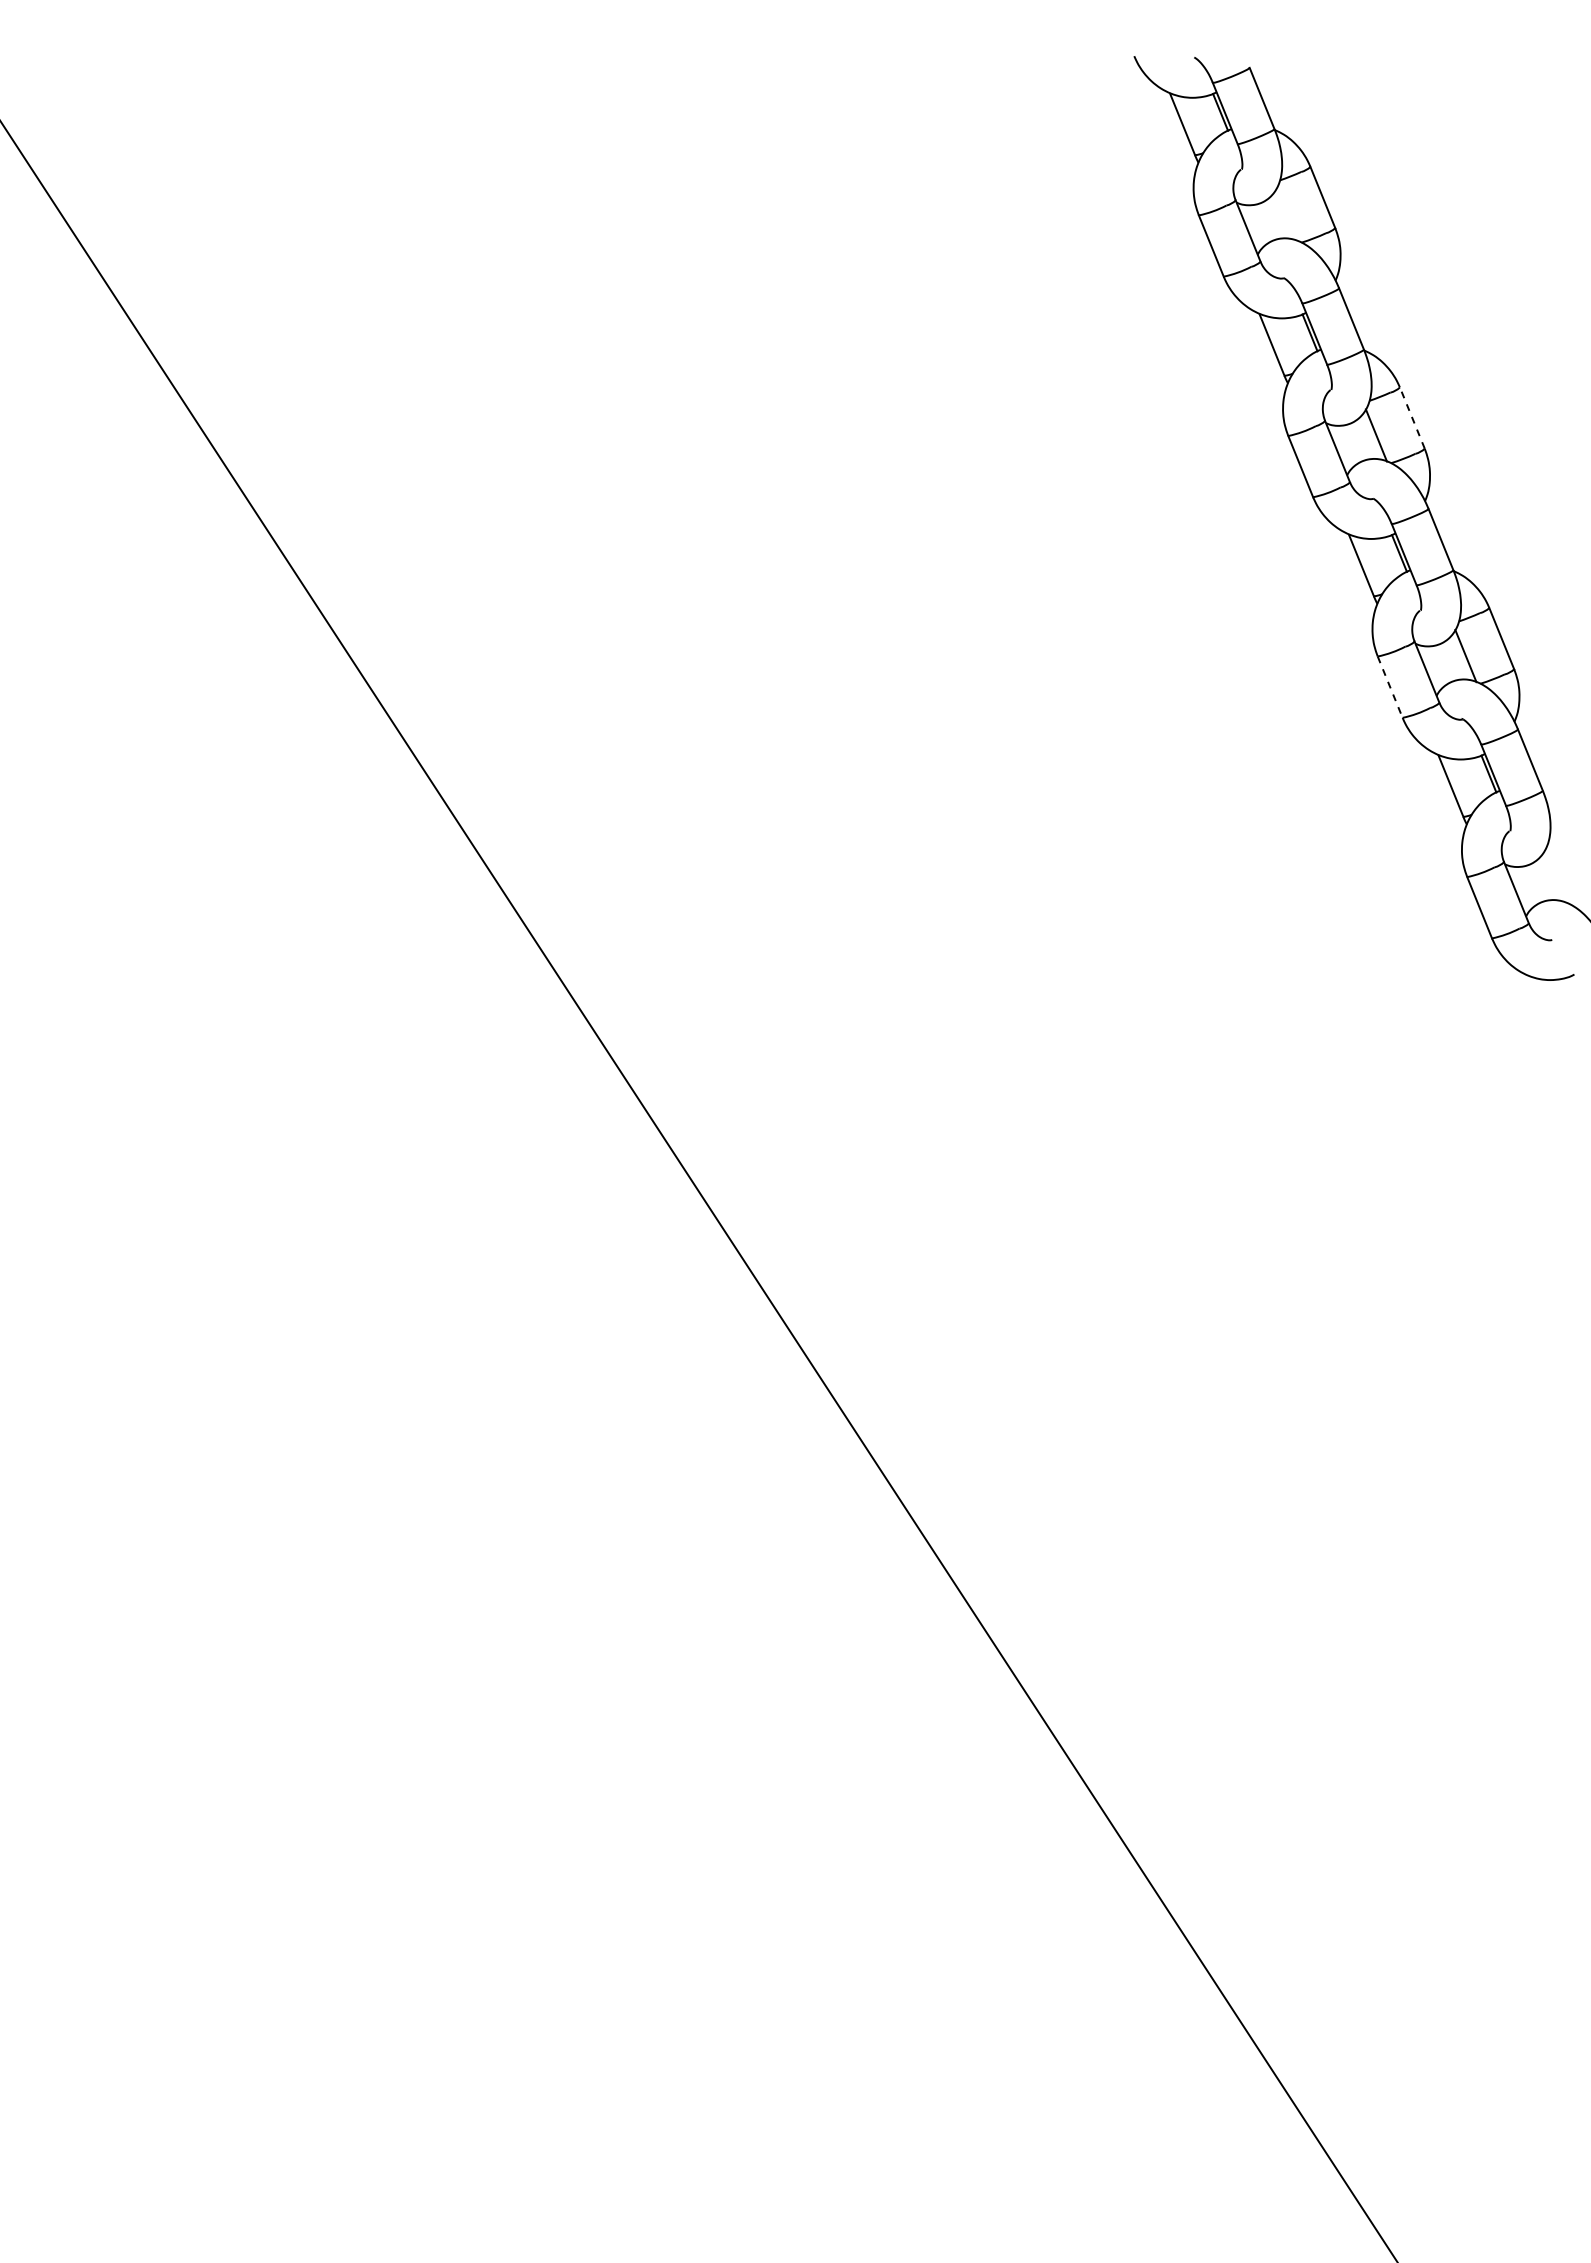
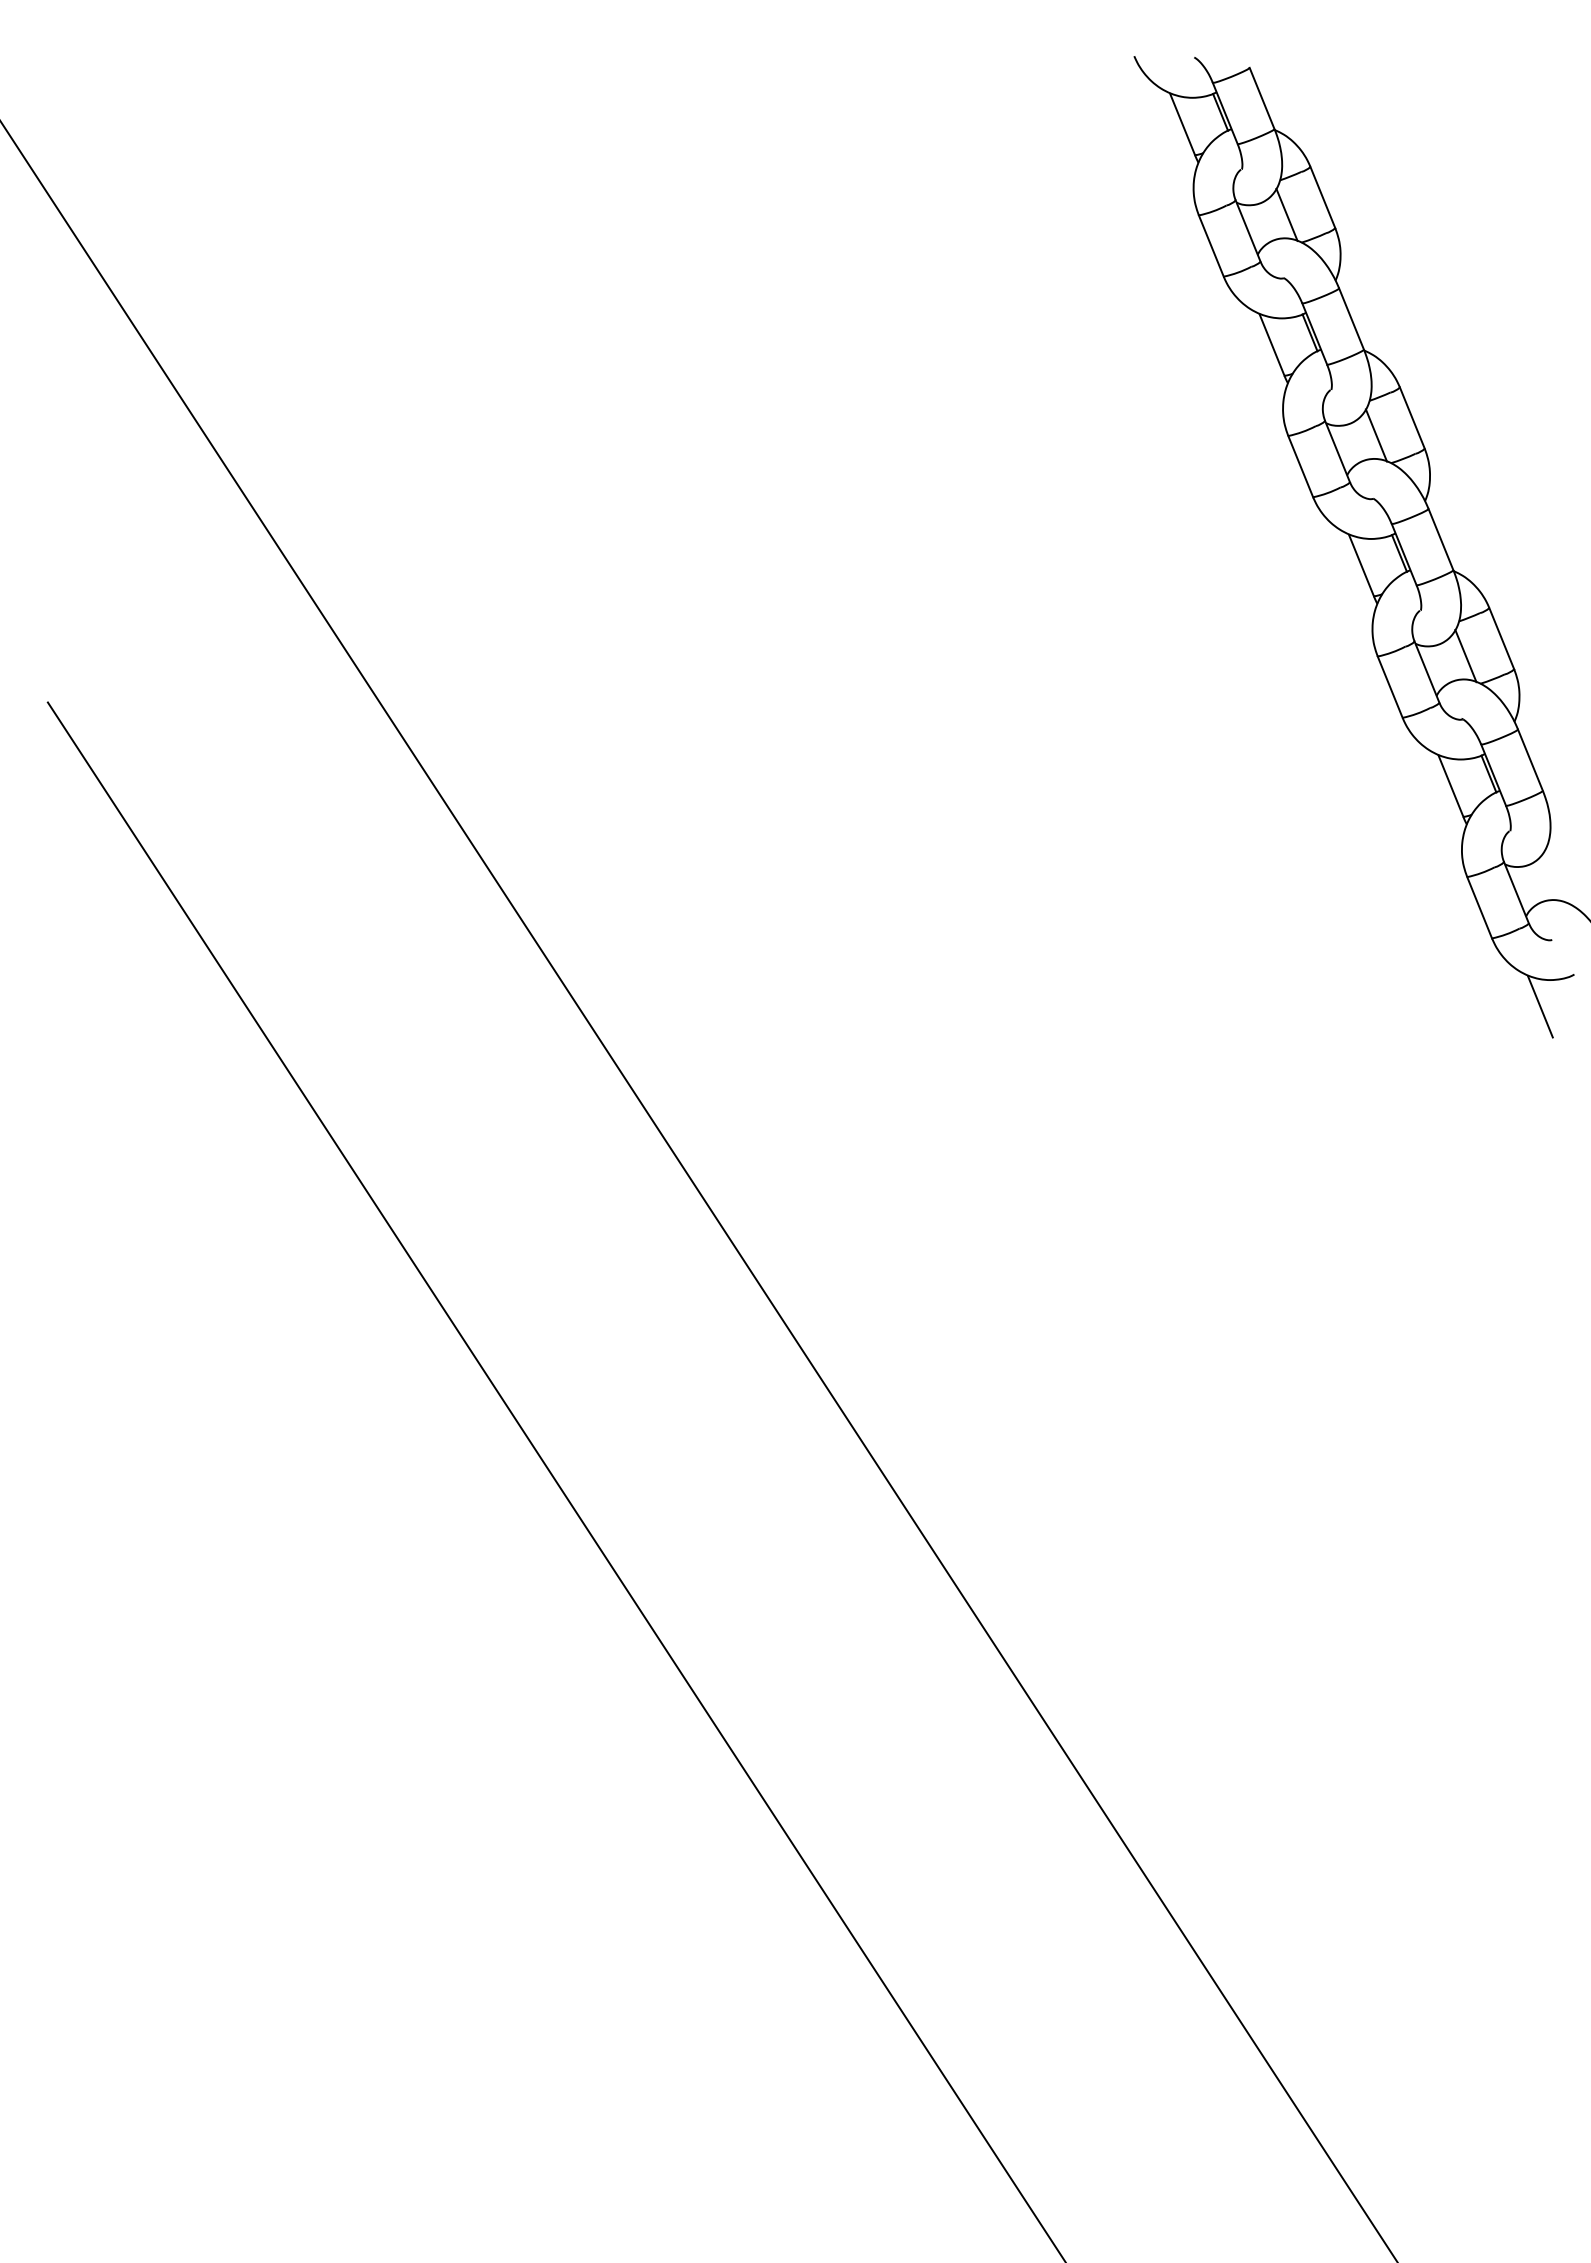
line at (1286, 214): none -> present
line at (1412, 417): dashed -> solid
line at (1390, 687): dashed -> solid
line at (1539, 1006): none -> present
line at (555, 1480): none -> present
